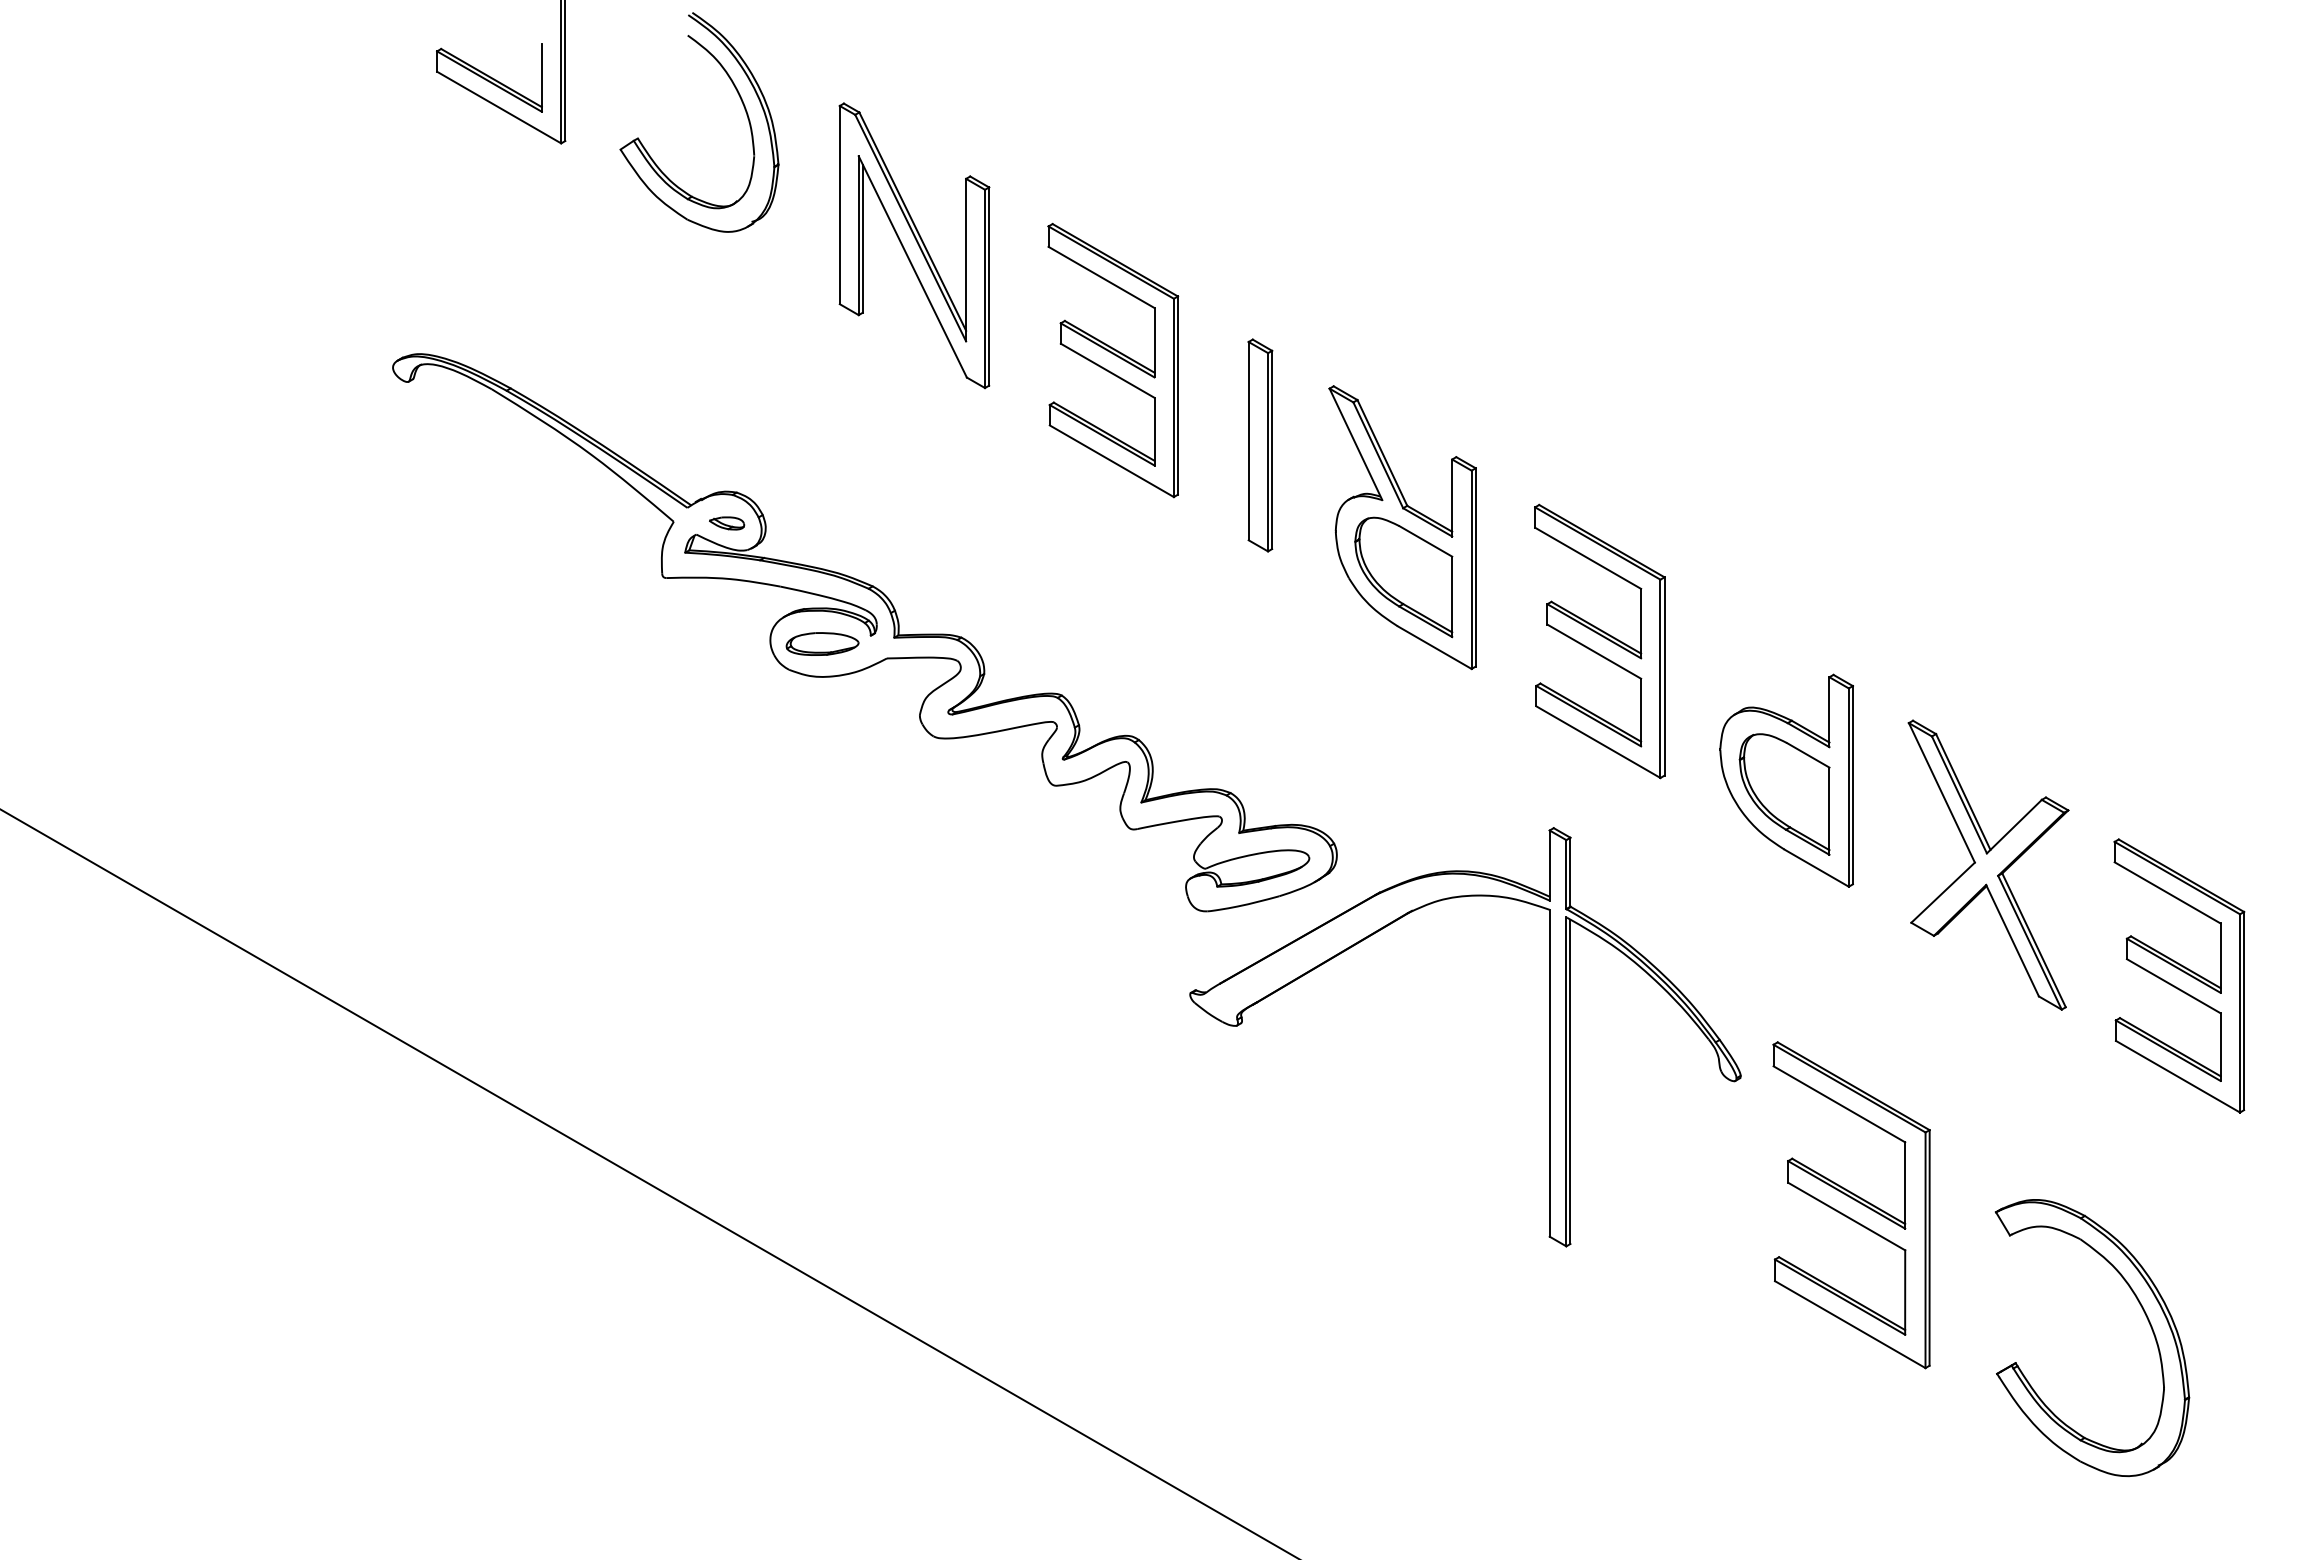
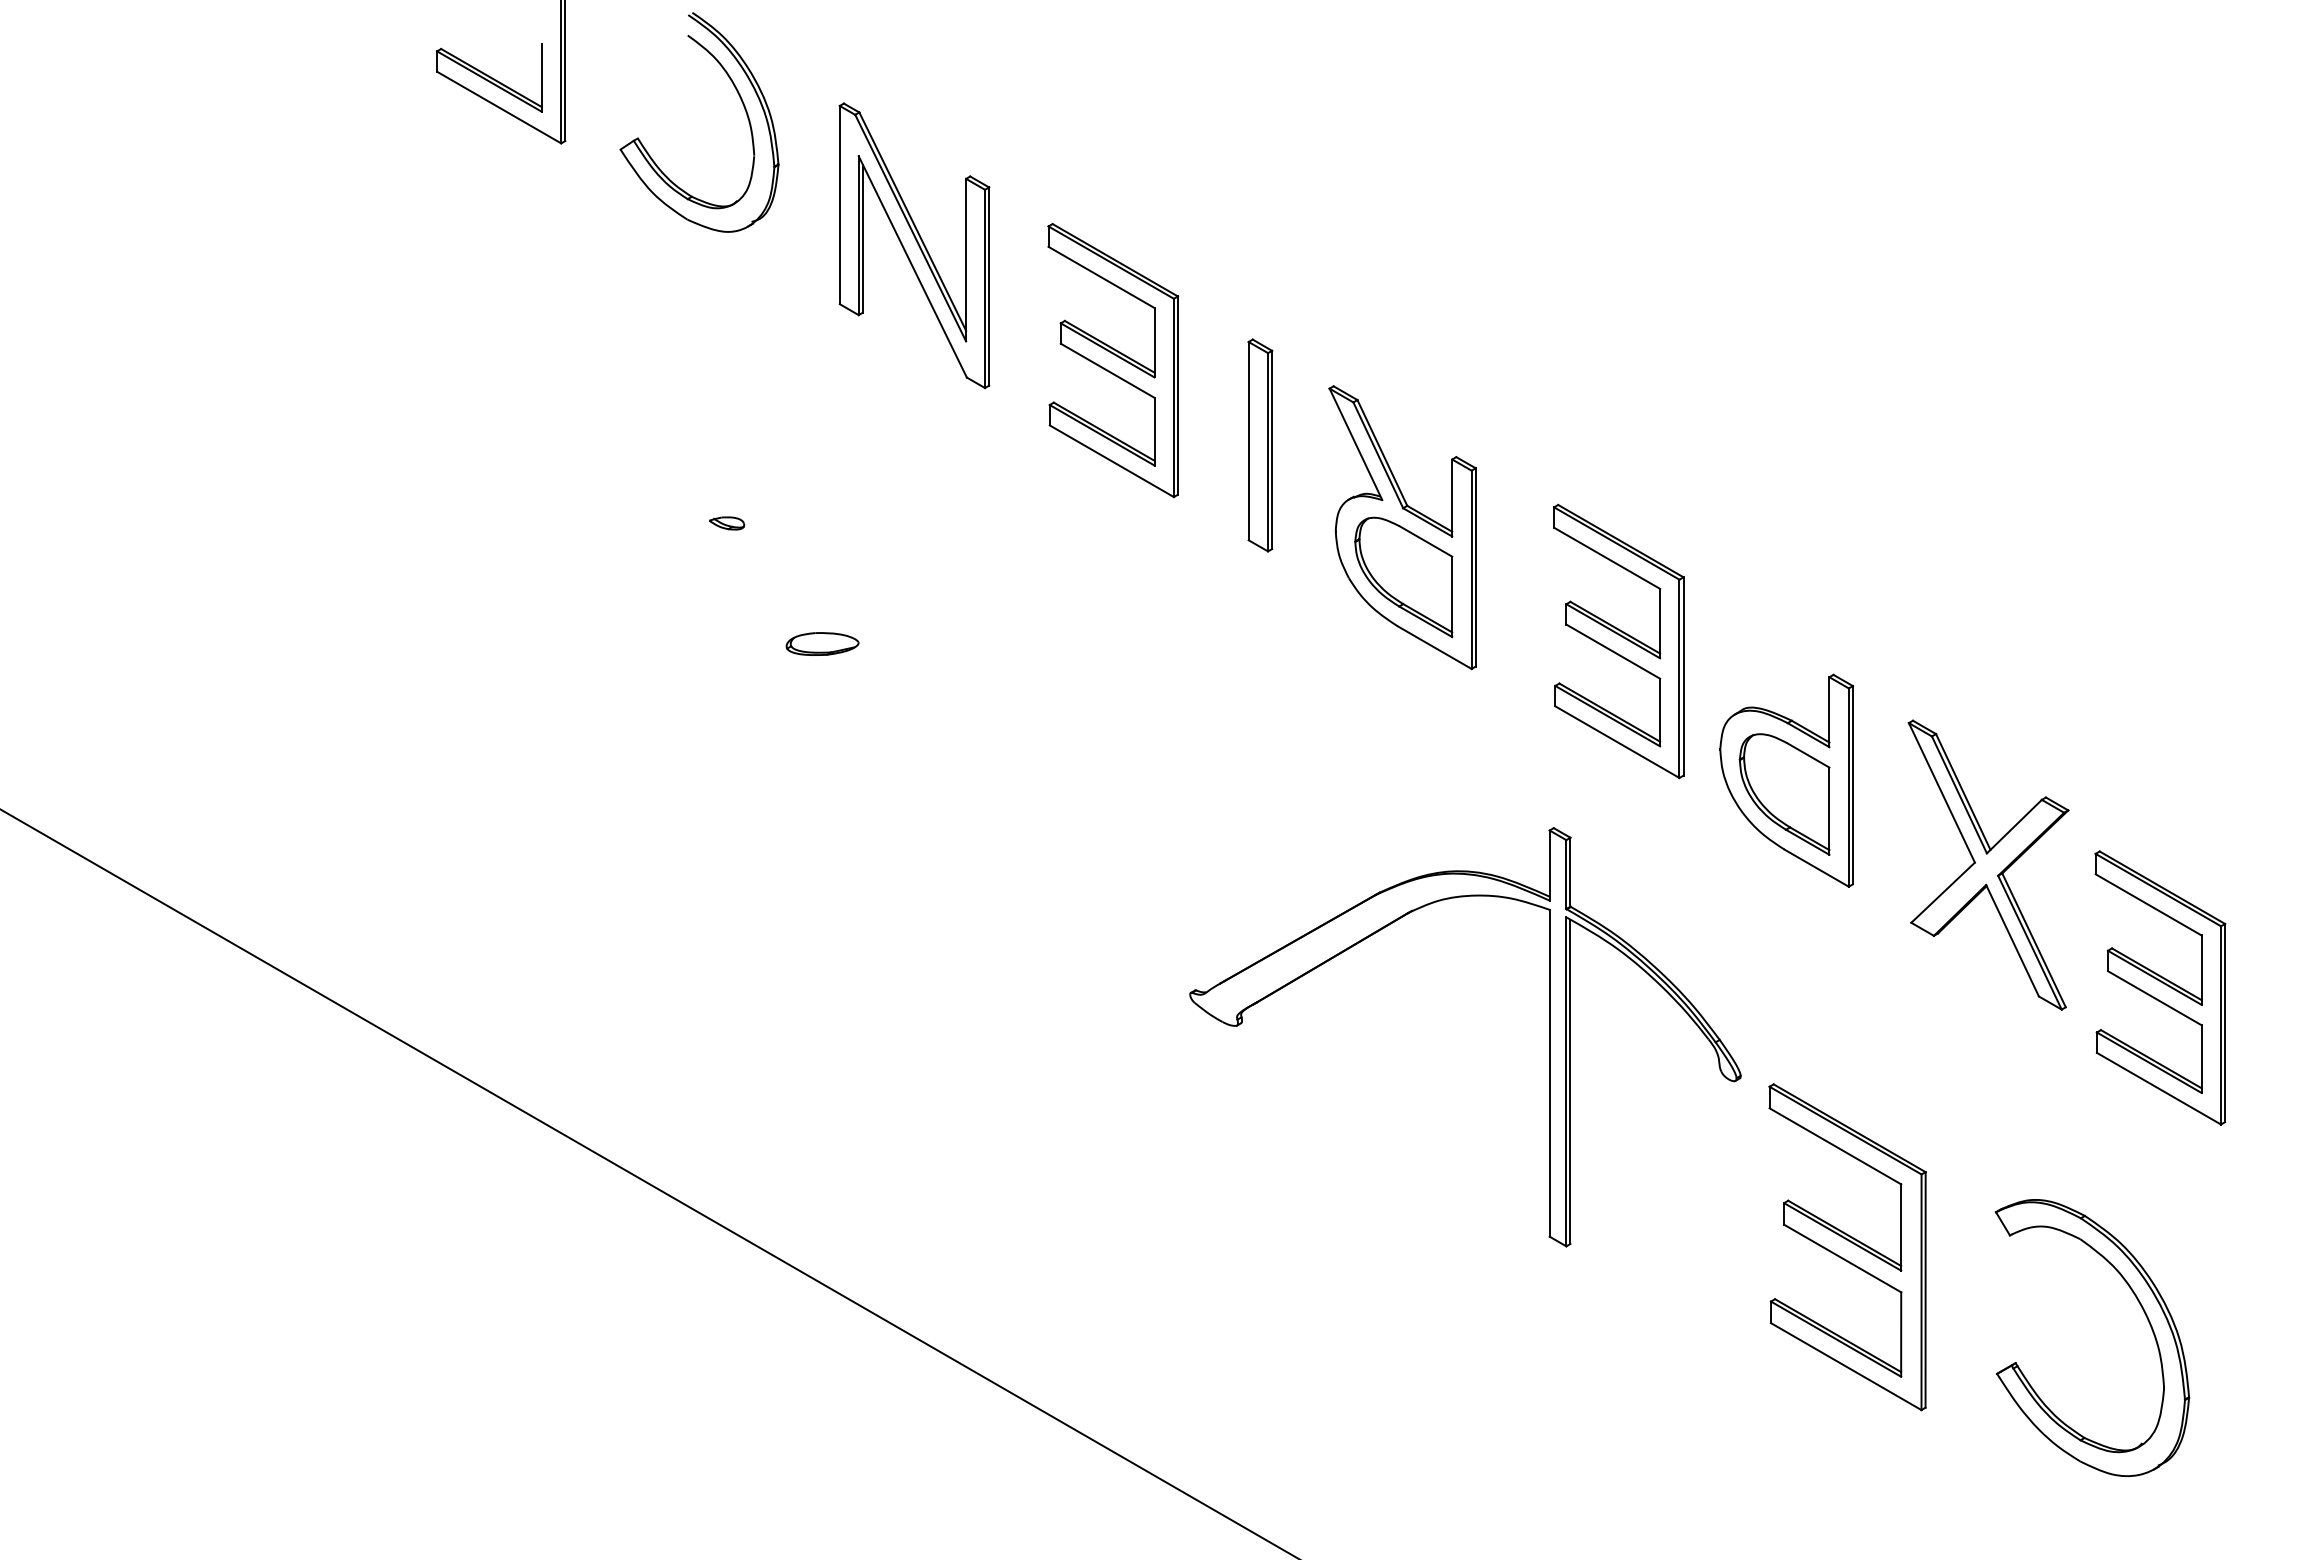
part at (864, 632): present -> none
part at (1599, 641) position: (1599, 641) -> (1618, 641)
part at (2179, 975) position: (2179, 975) -> (2160, 987)
part at (1851, 1205) position: (1851, 1205) -> (1847, 1247)
